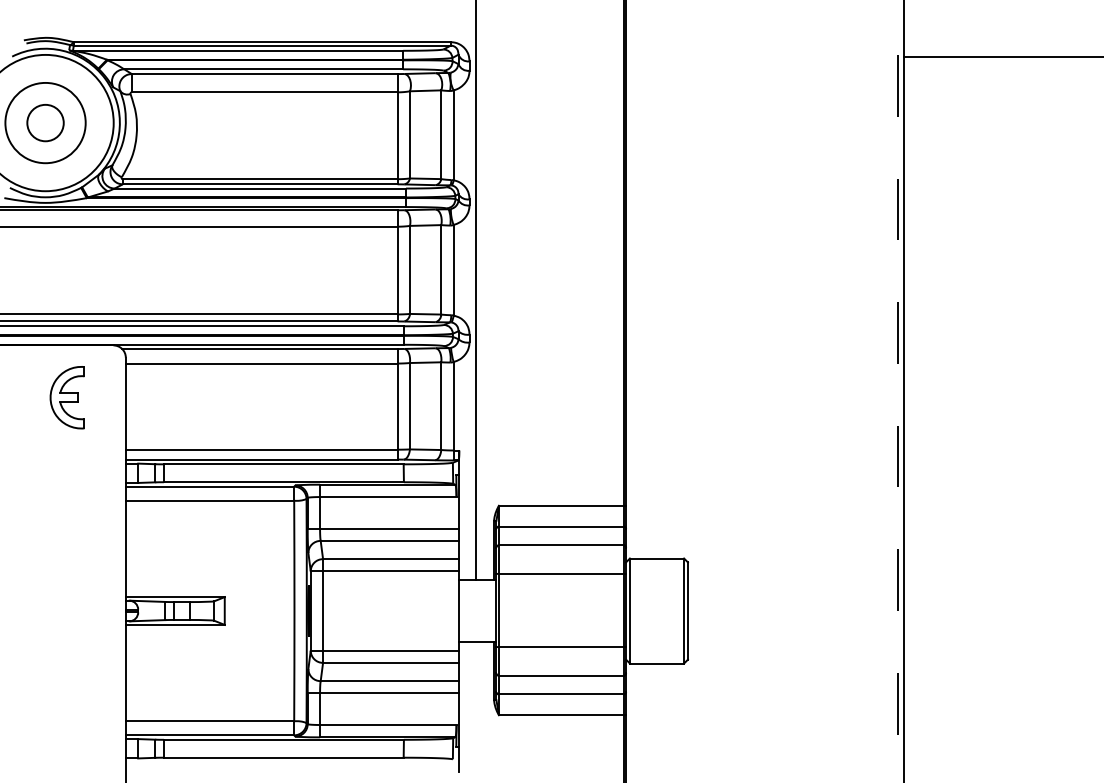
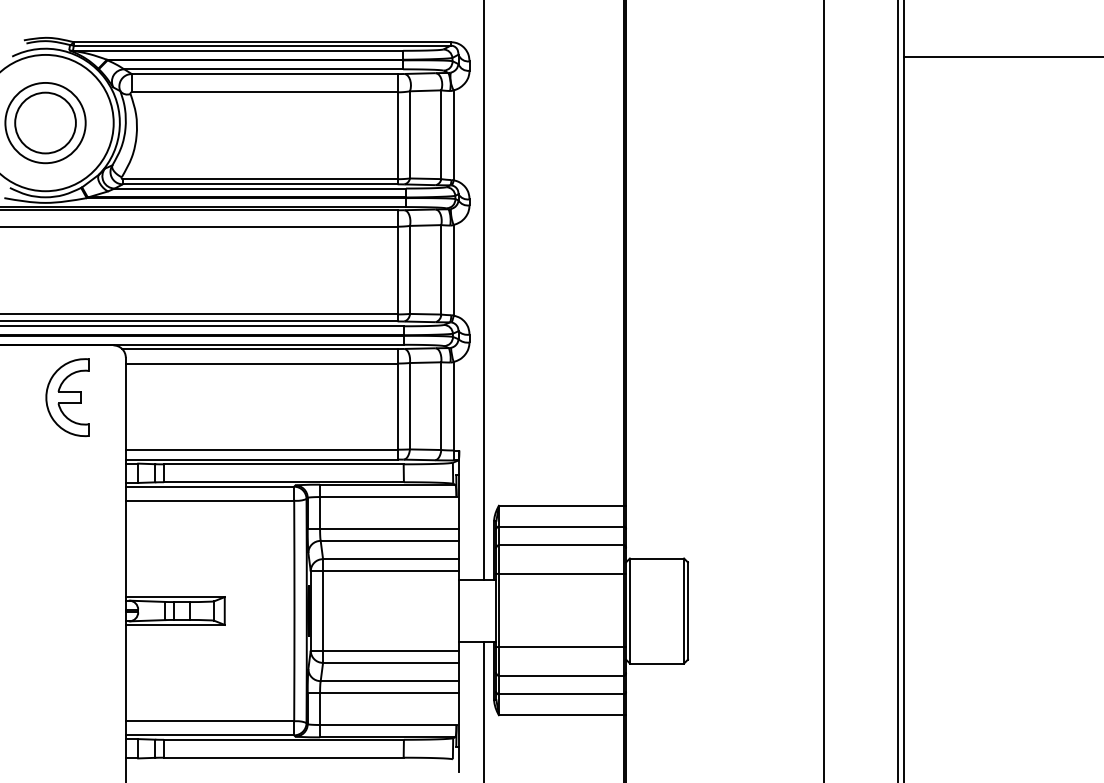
circle at (45, 122) diameter: 36 px -> 61 px
line at (476, 291) position: (476, 291) -> (484, 291)
line at (823, 390): none -> present
line at (897, 391): dashed -> solid
part at (66, 397) size: 36x64 px -> 45x80 px
line at (484, 710): none -> present
